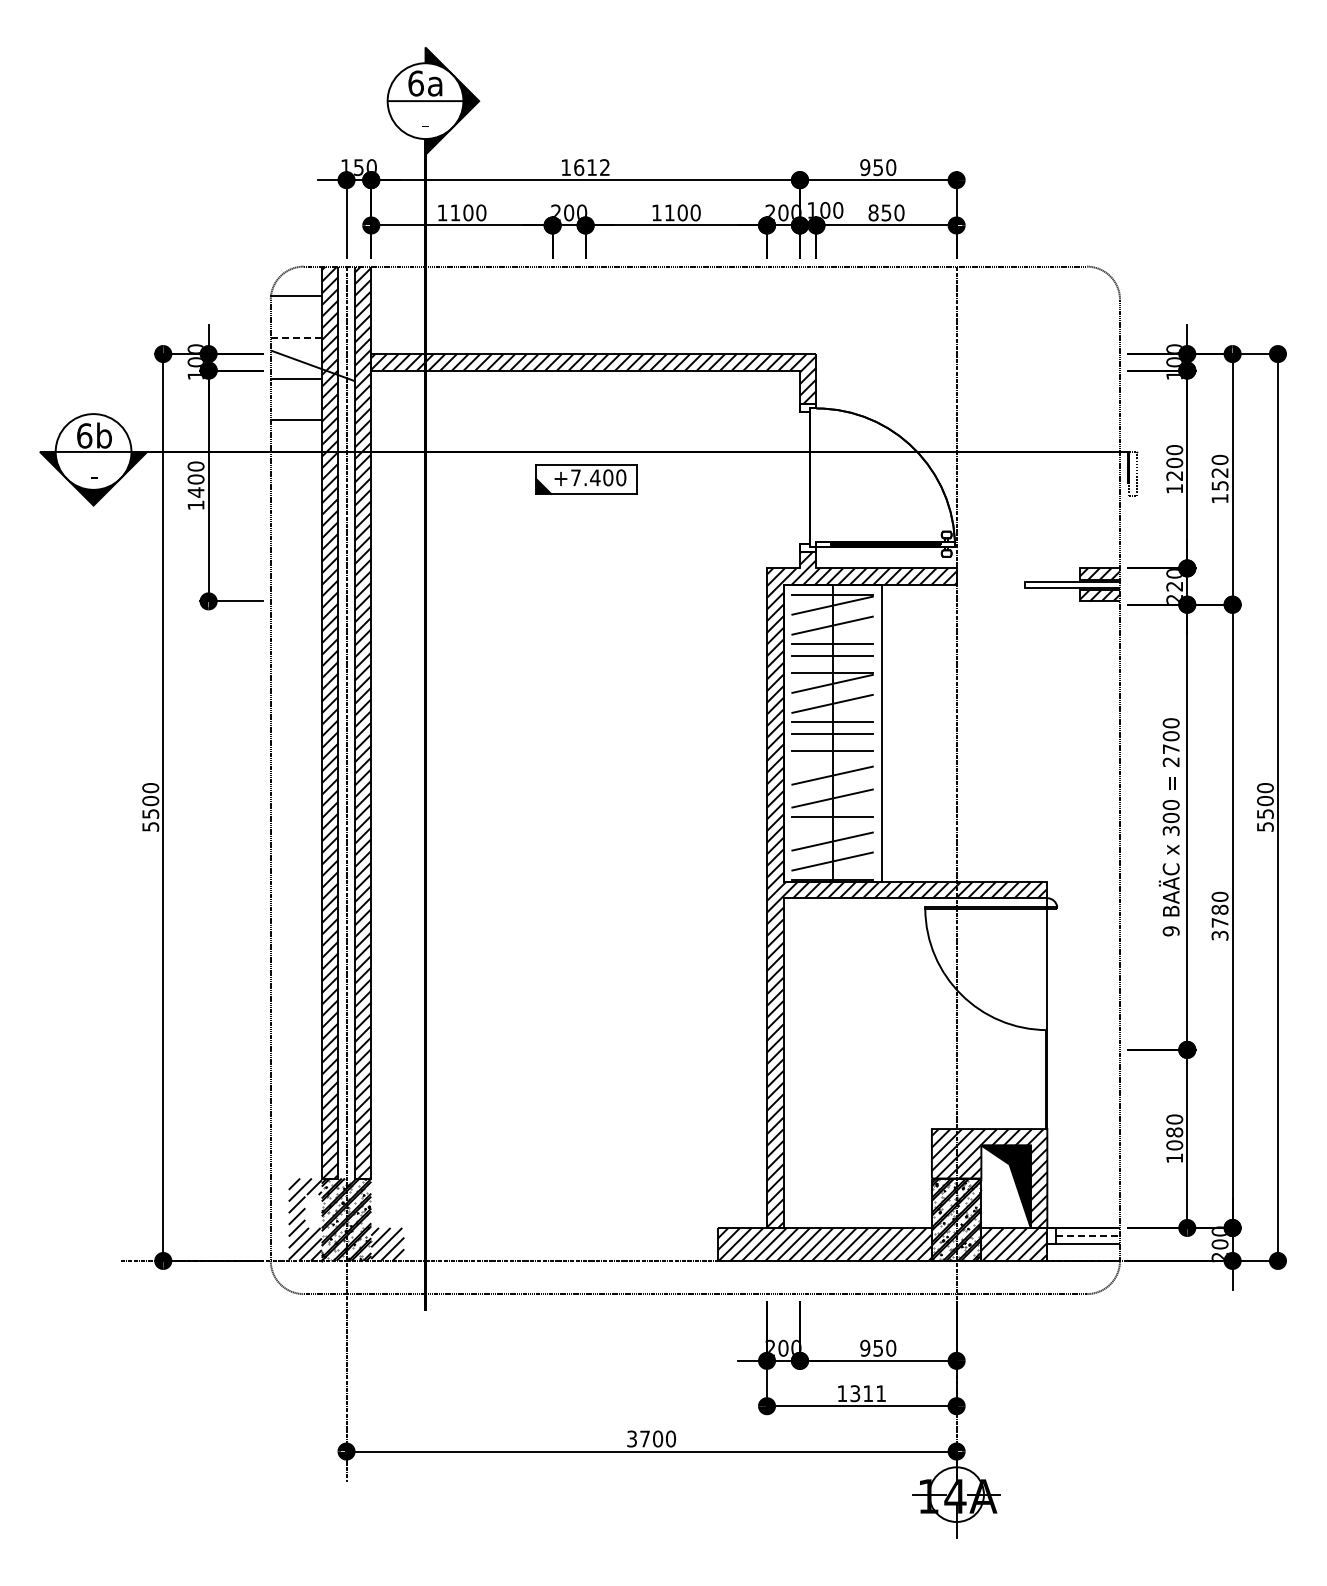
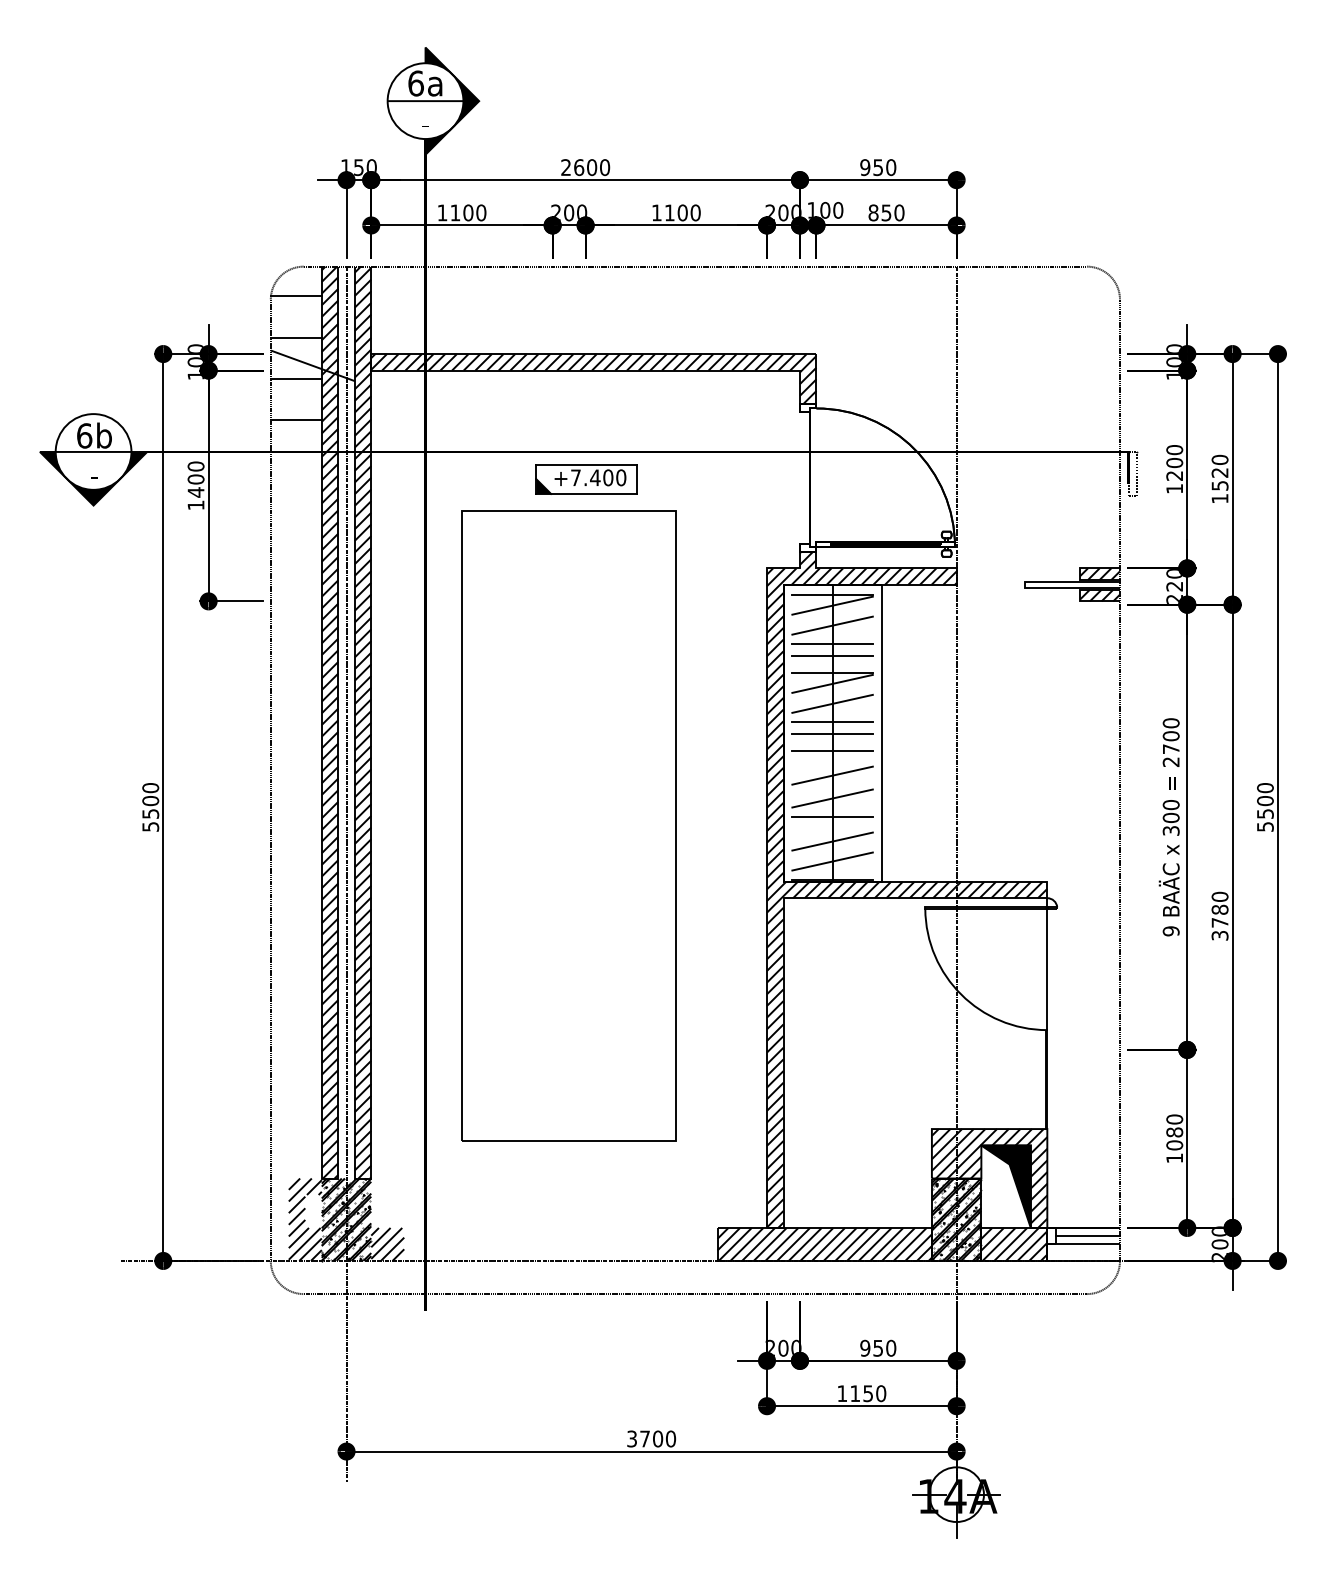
text at (585, 167): 1612 -> 2600
line at (296, 337): dashed -> solid
part at (568, 825): none -> present
line at (1088, 1236): dashed -> solid
text at (868, 1393): 1311 -> 1150
